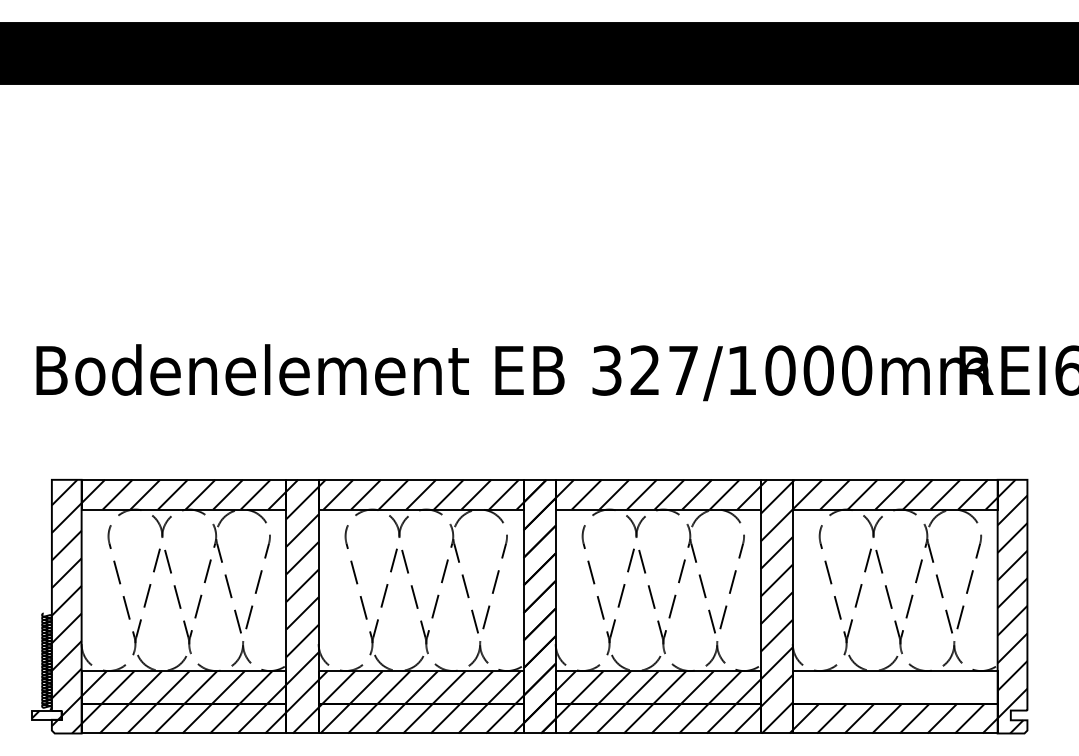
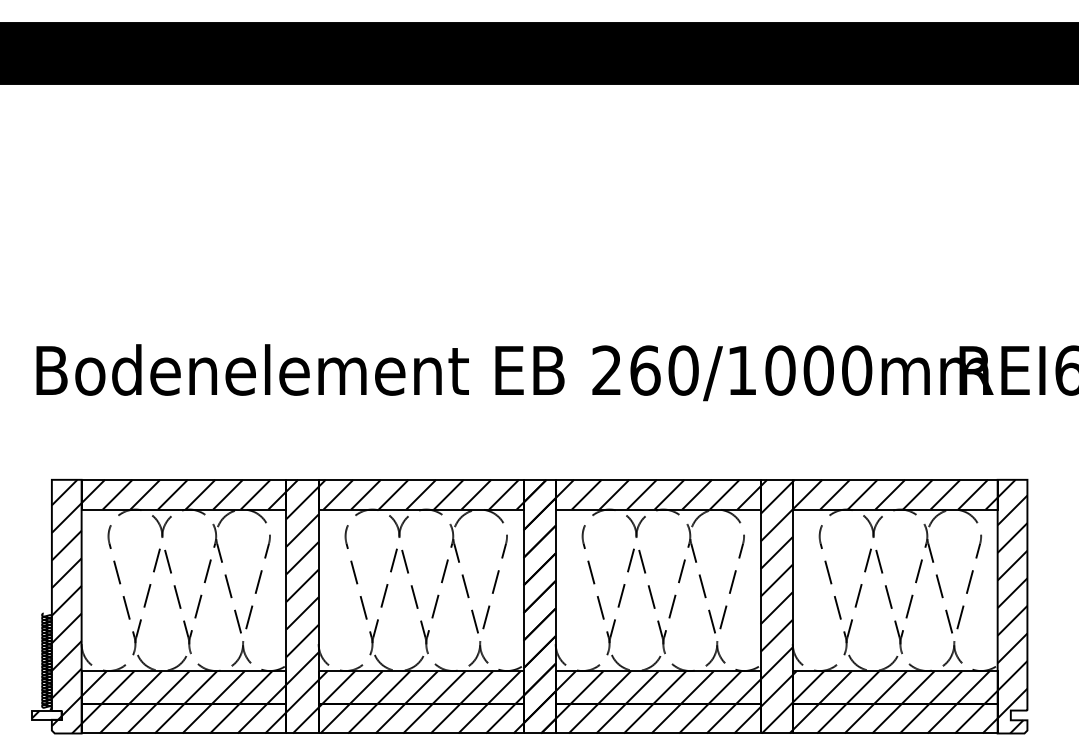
text at (645, 370): 327/1000mm -> 260/1000mm
hatch at (894, 687): none -> present
